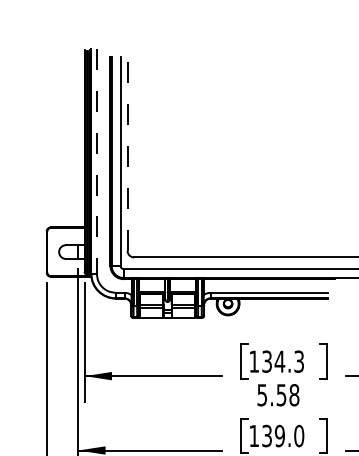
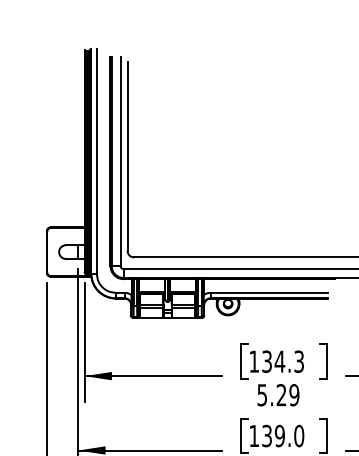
line at (127, 157): dashed -> solid
line at (96, 161): dashed -> solid
text at (287, 395): 5.58 -> 5.29
